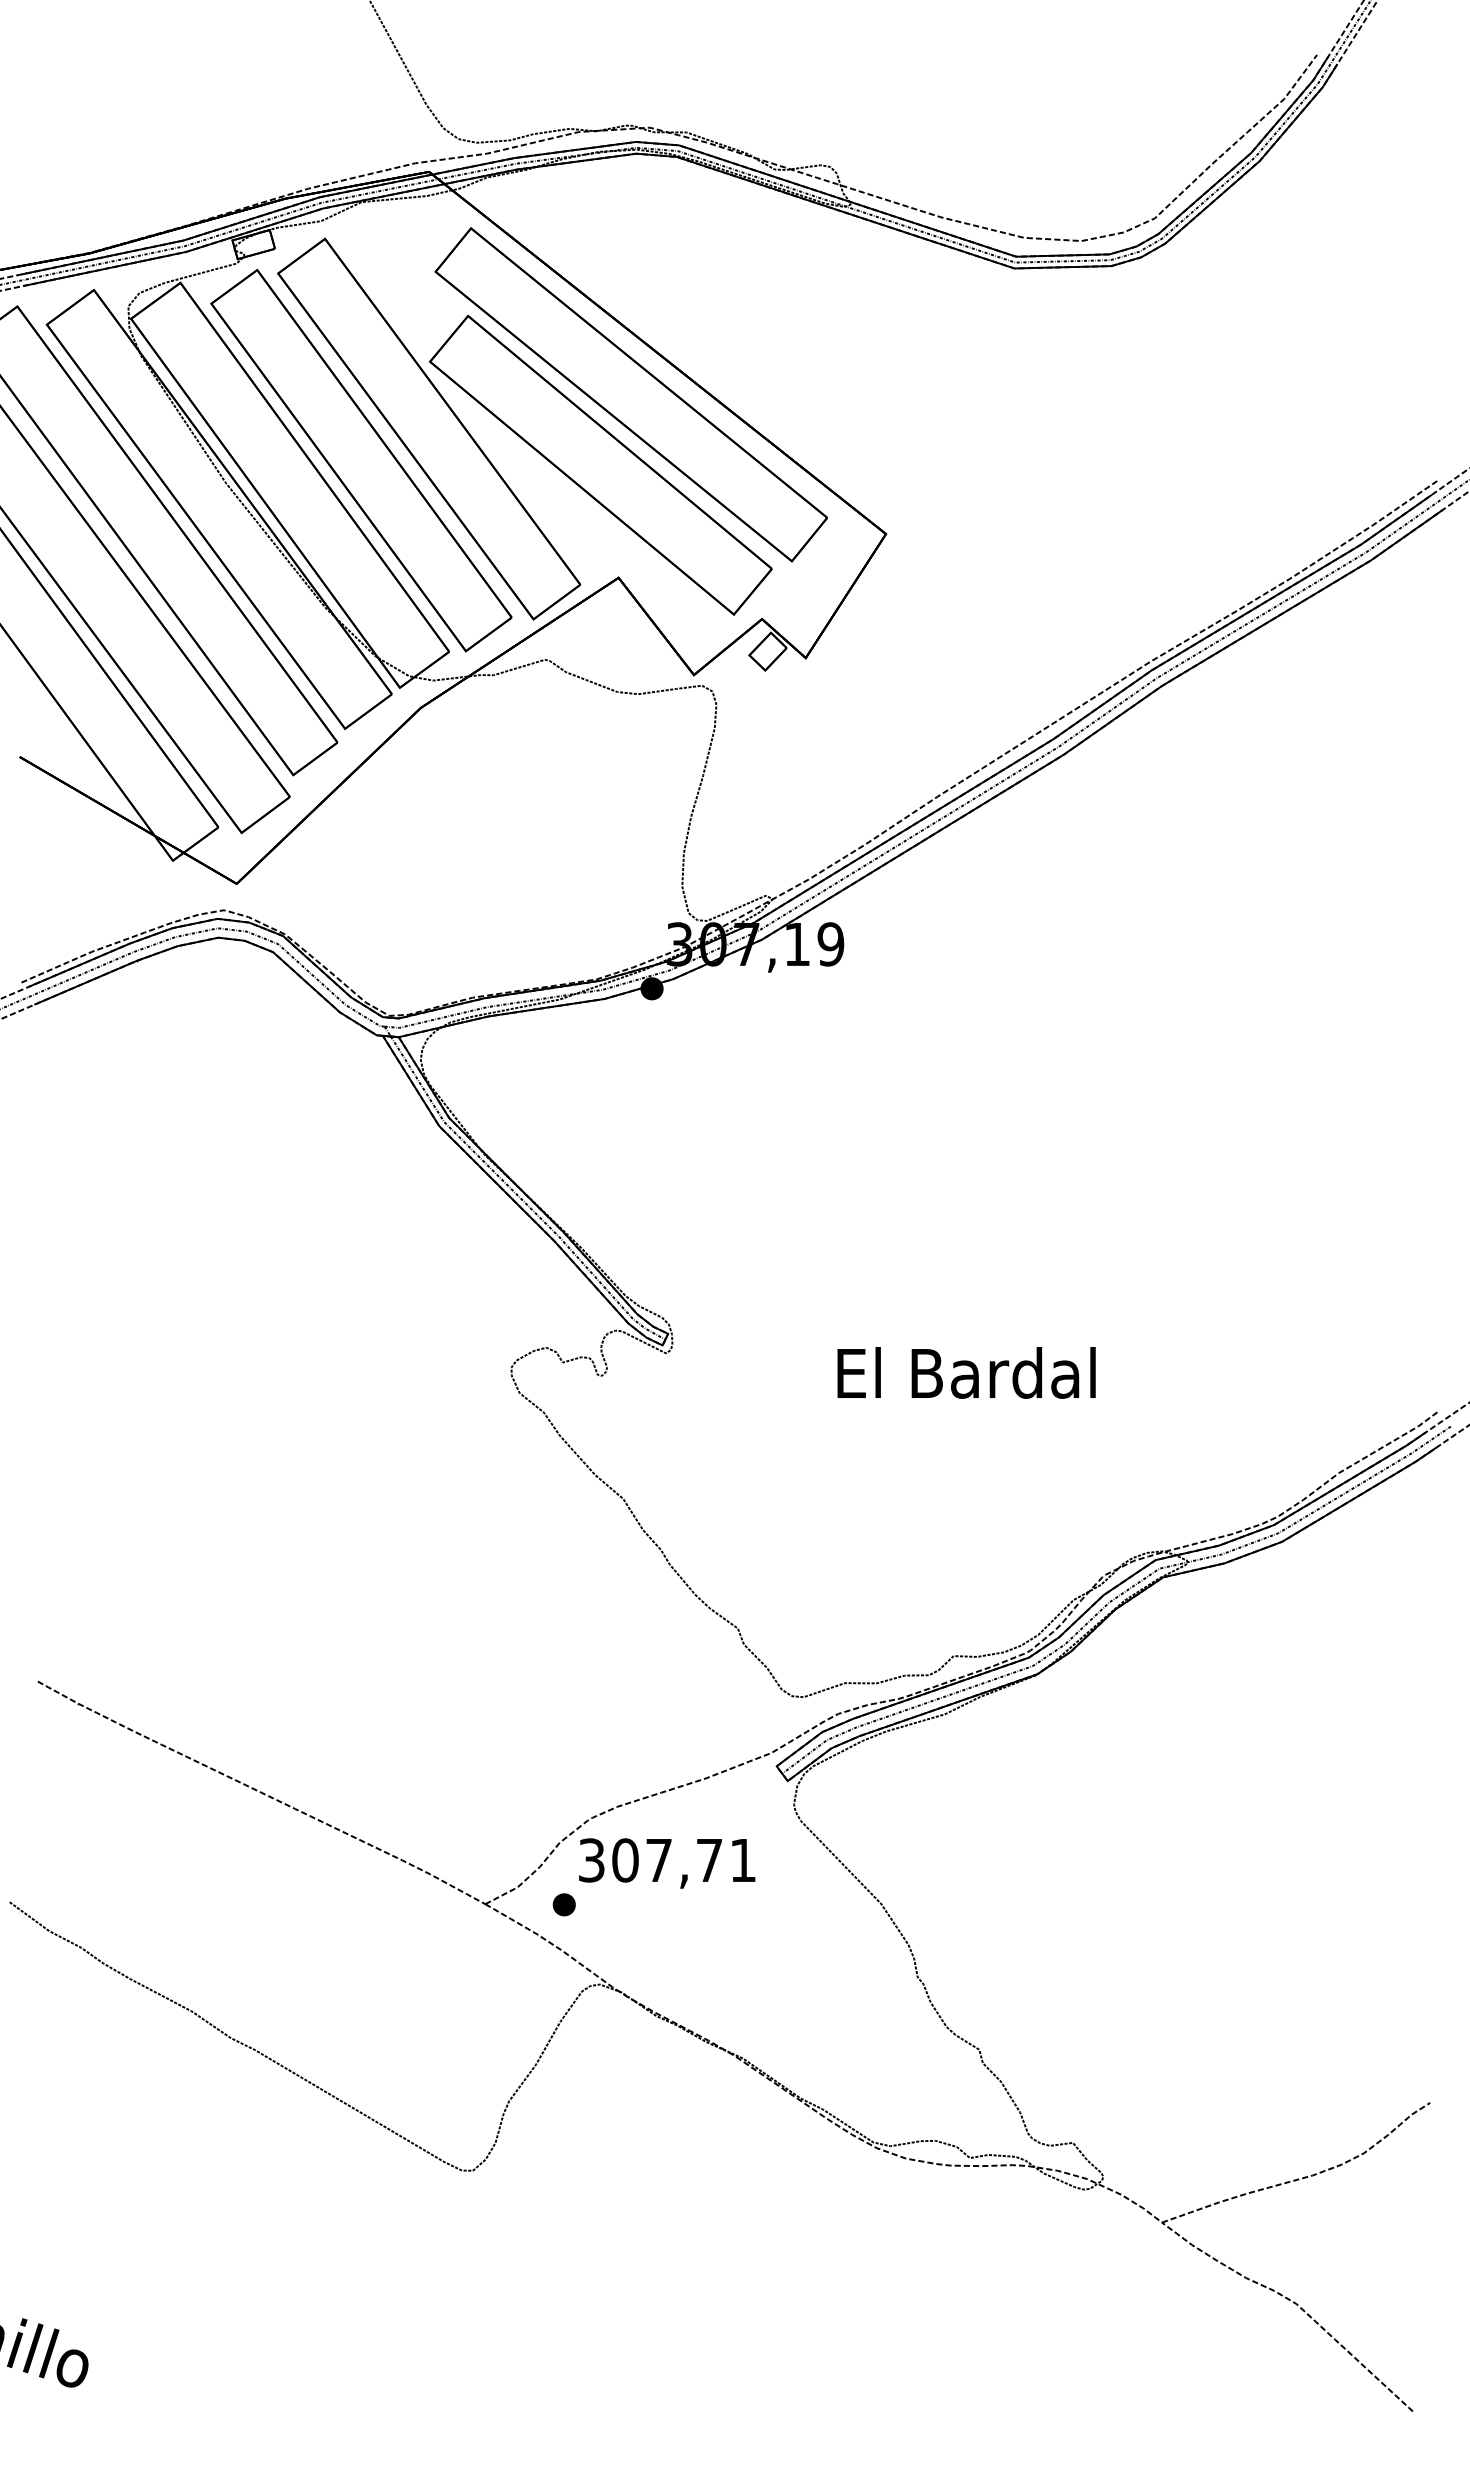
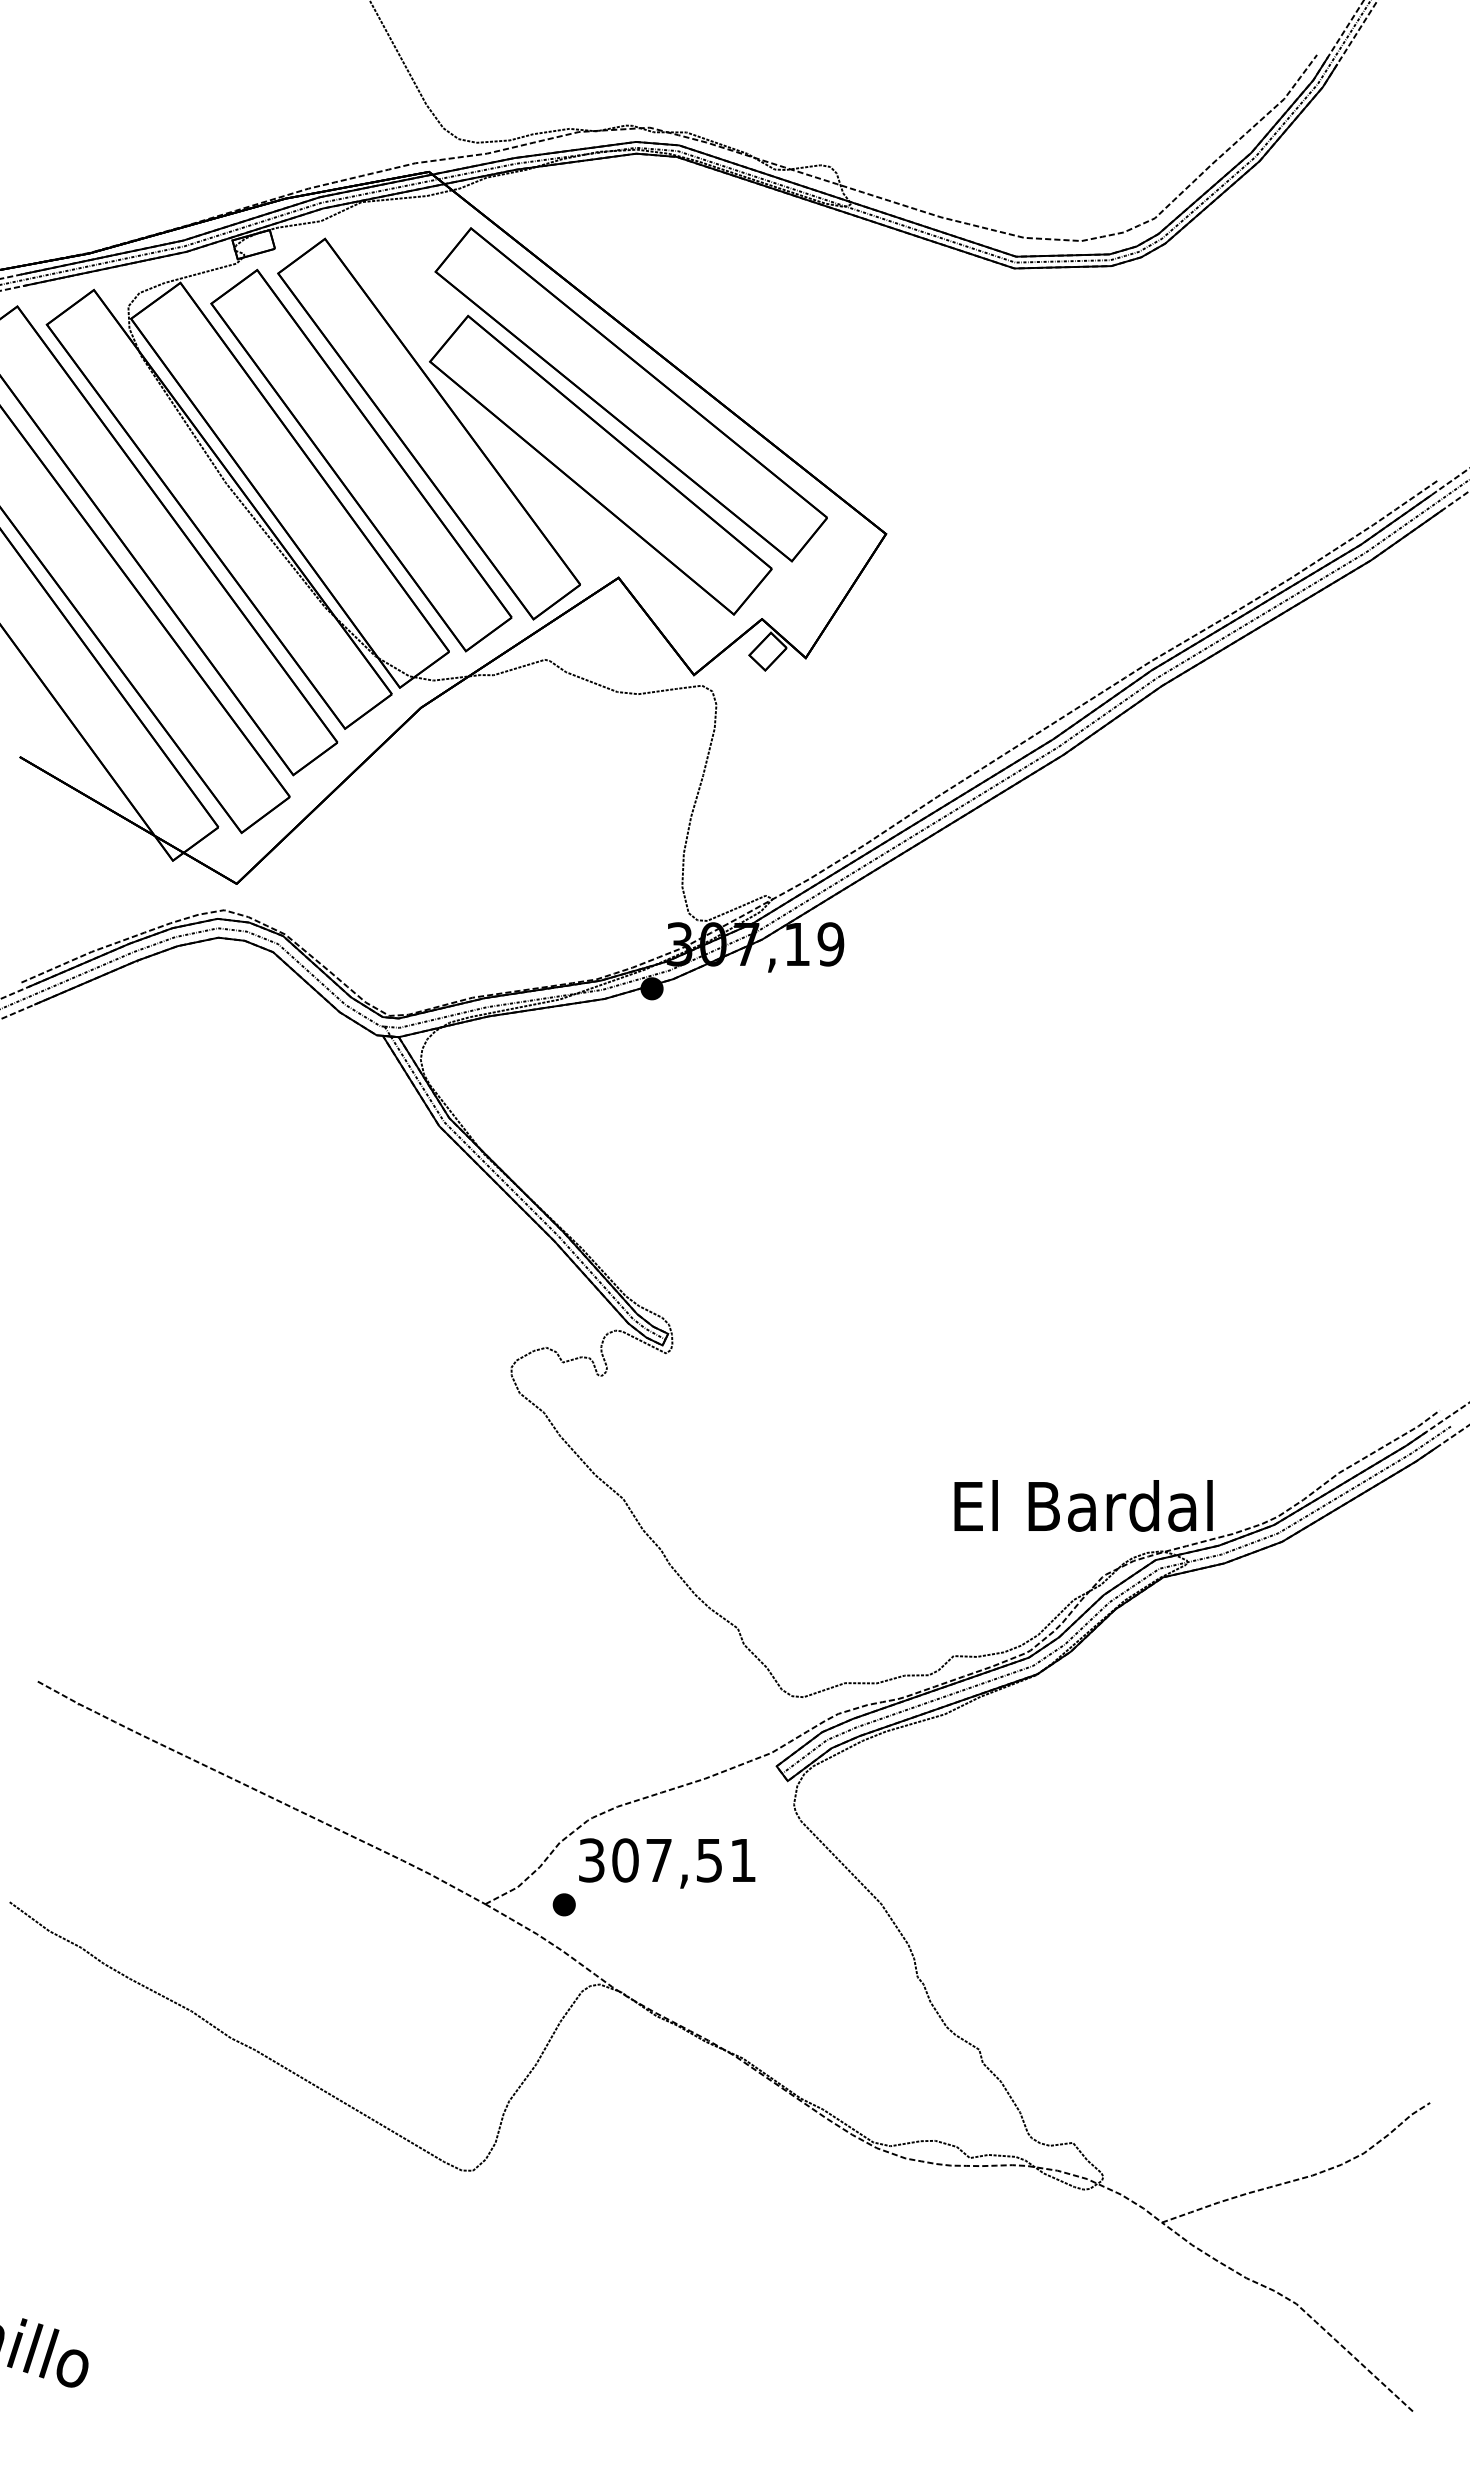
text at (966, 1372) position: (966, 1372) -> (1083, 1505)
text at (709, 1860): 307,71 -> 307,51
